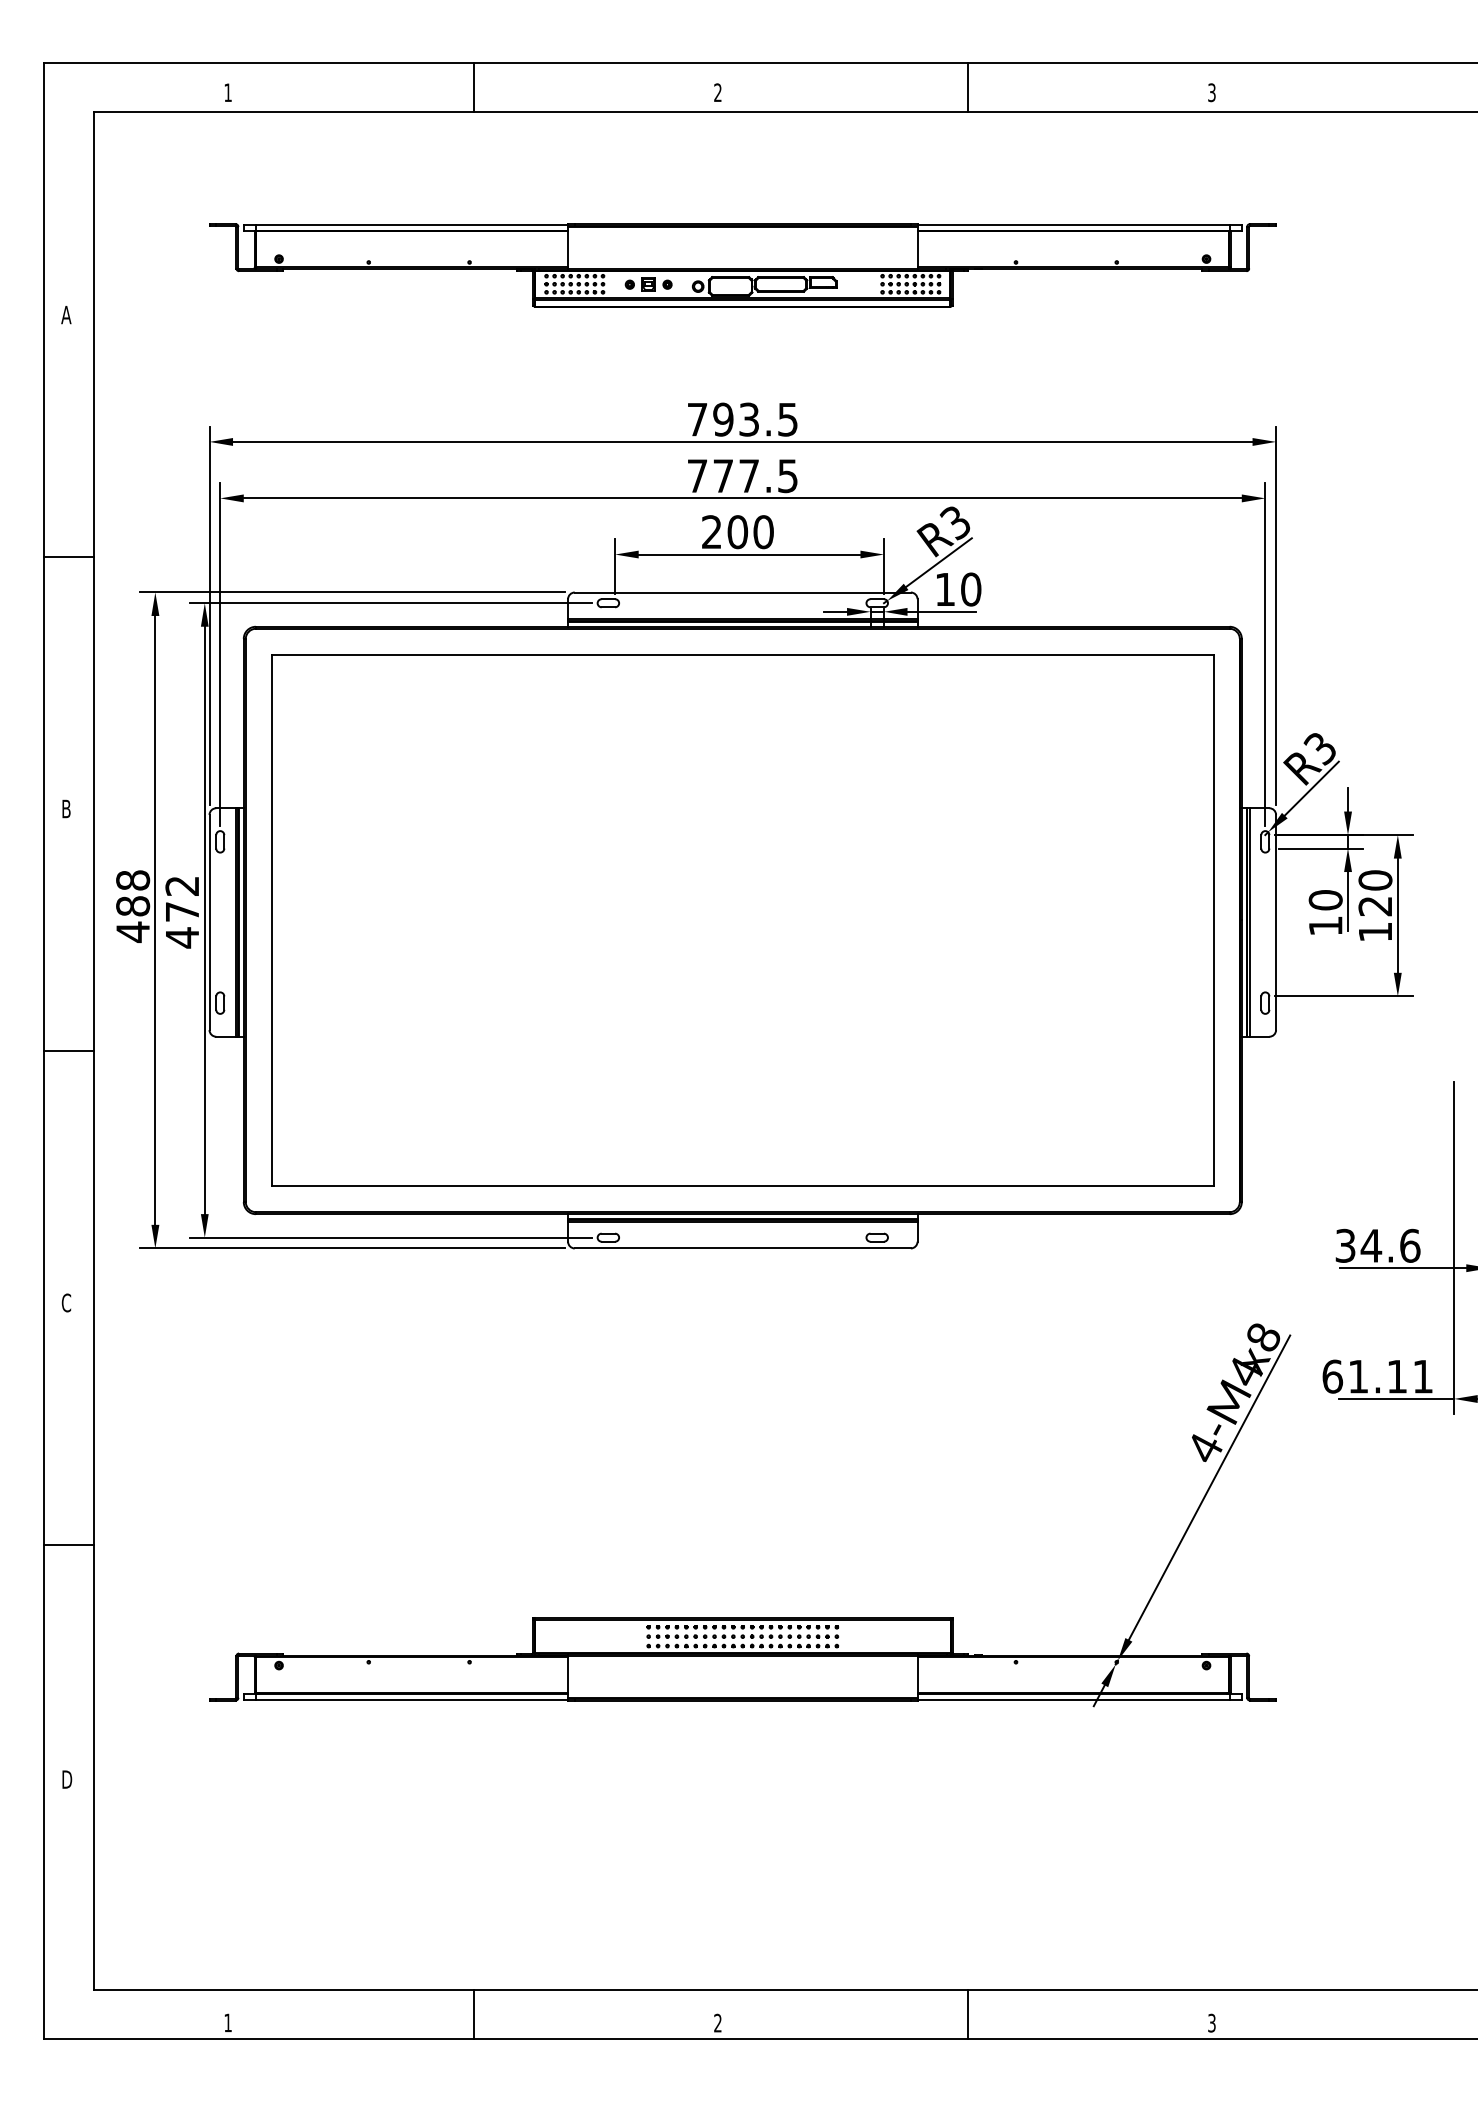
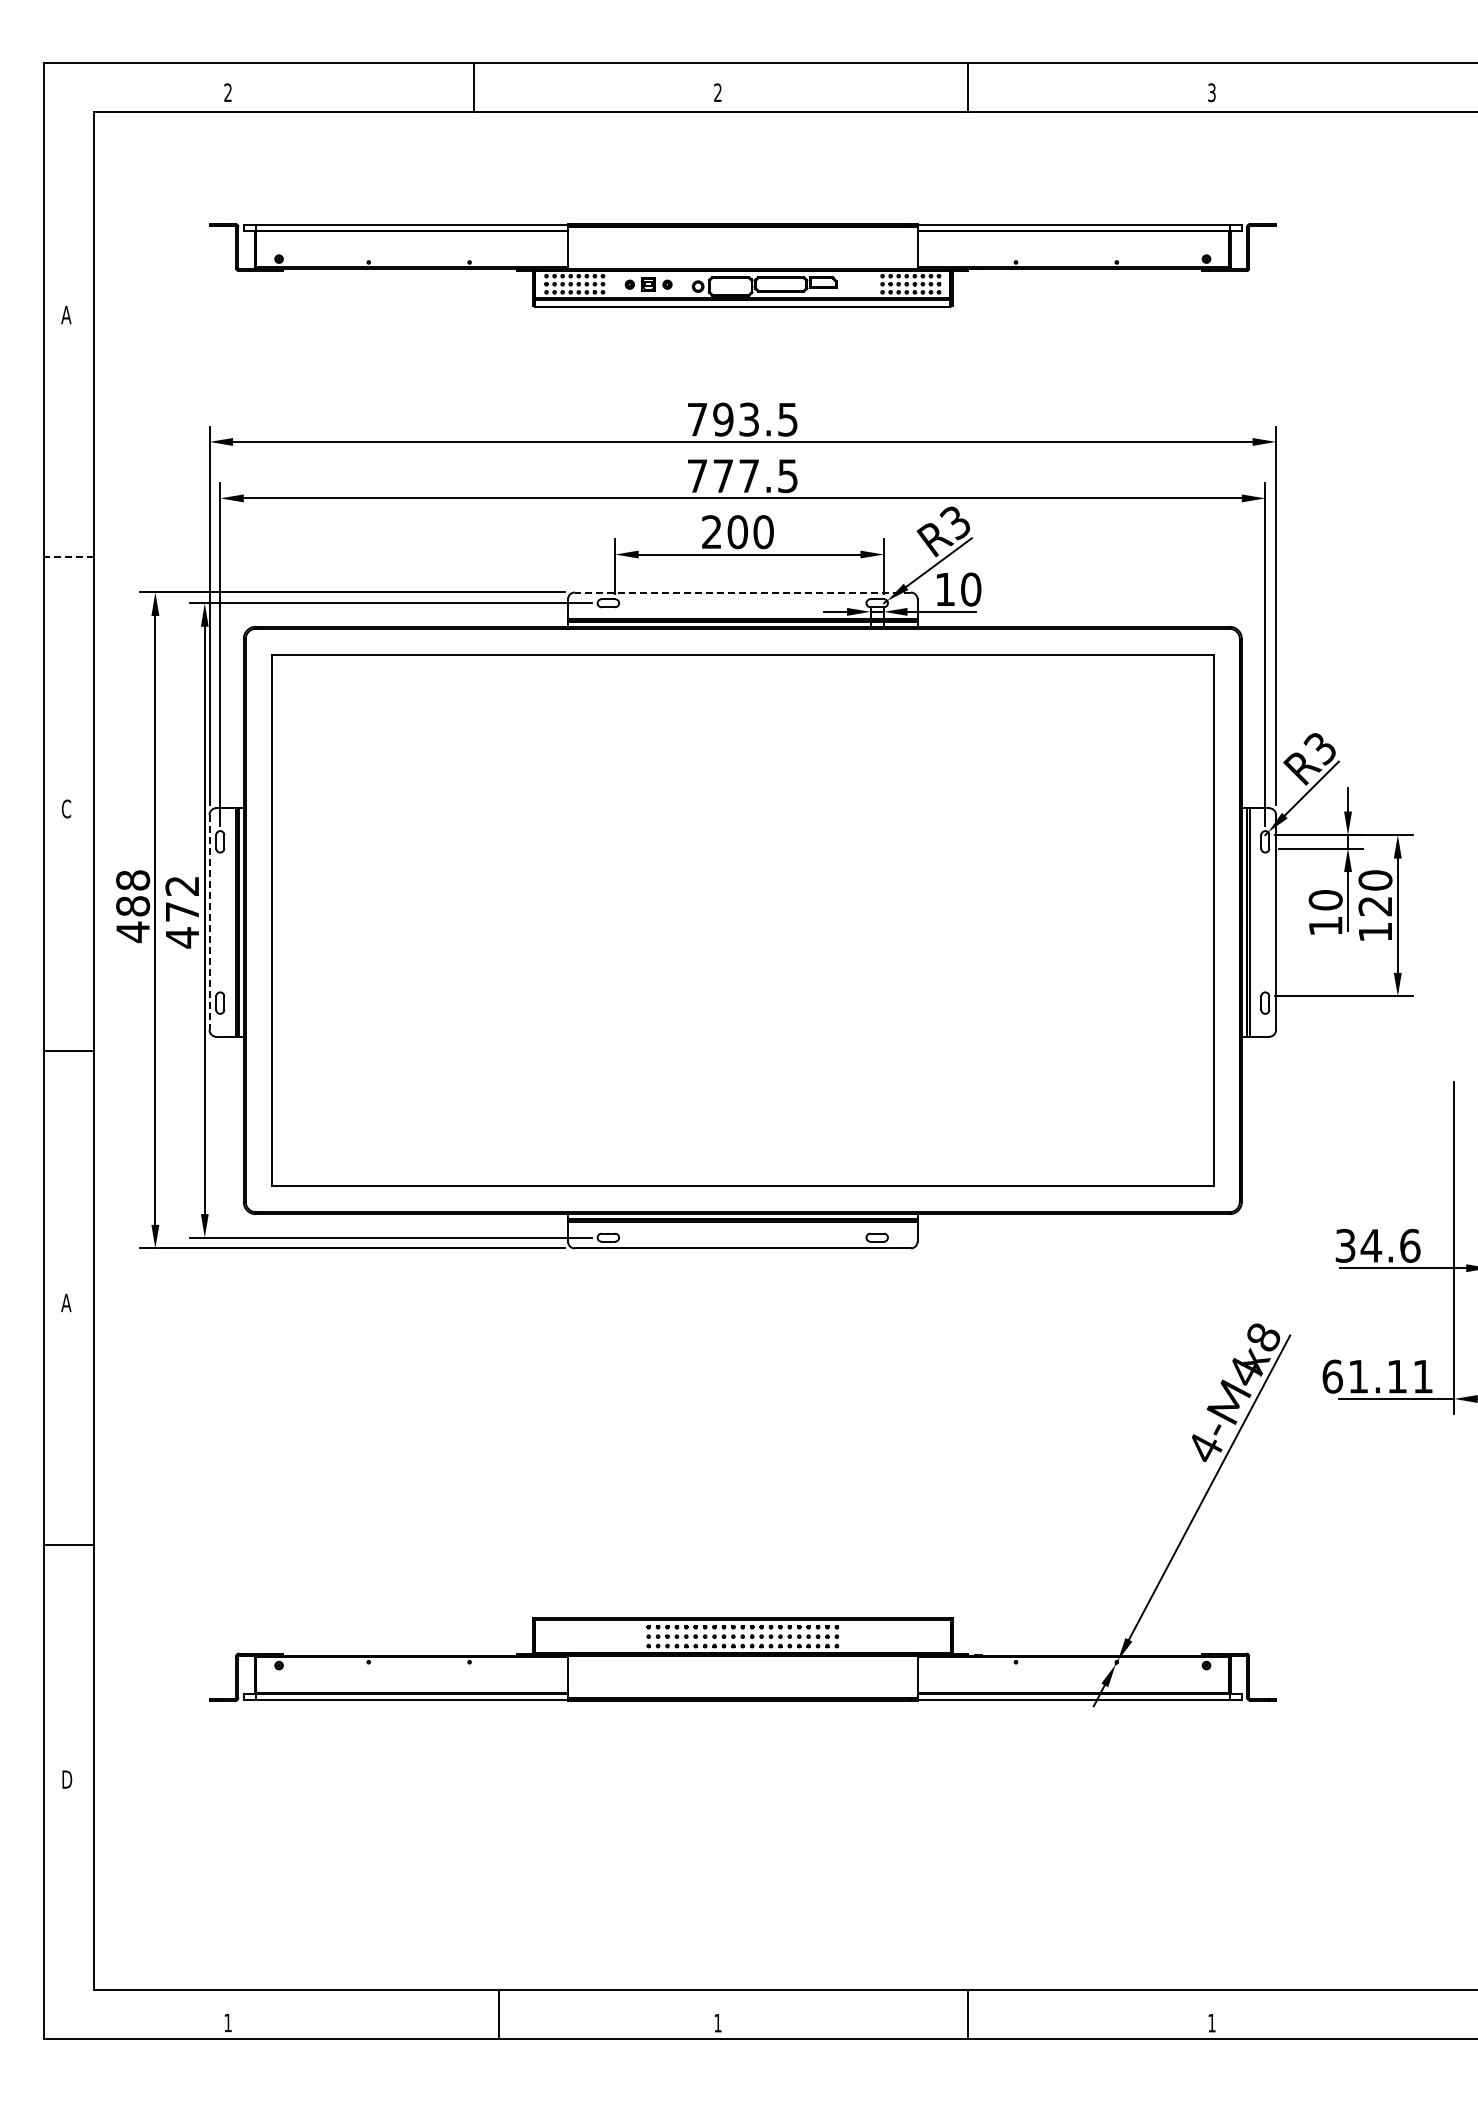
text at (227, 92): 1 -> 2
line at (69, 557): solid -> dashed
line at (742, 592): solid -> dashed
text at (66, 808): B -> C
line at (209, 922): solid -> dashed
text at (66, 1302): C -> A
line at (474, 2013) position: (474, 2013) -> (499, 2013)
text at (717, 2022): 2 -> 1
text at (1211, 2022): 3 -> 1
